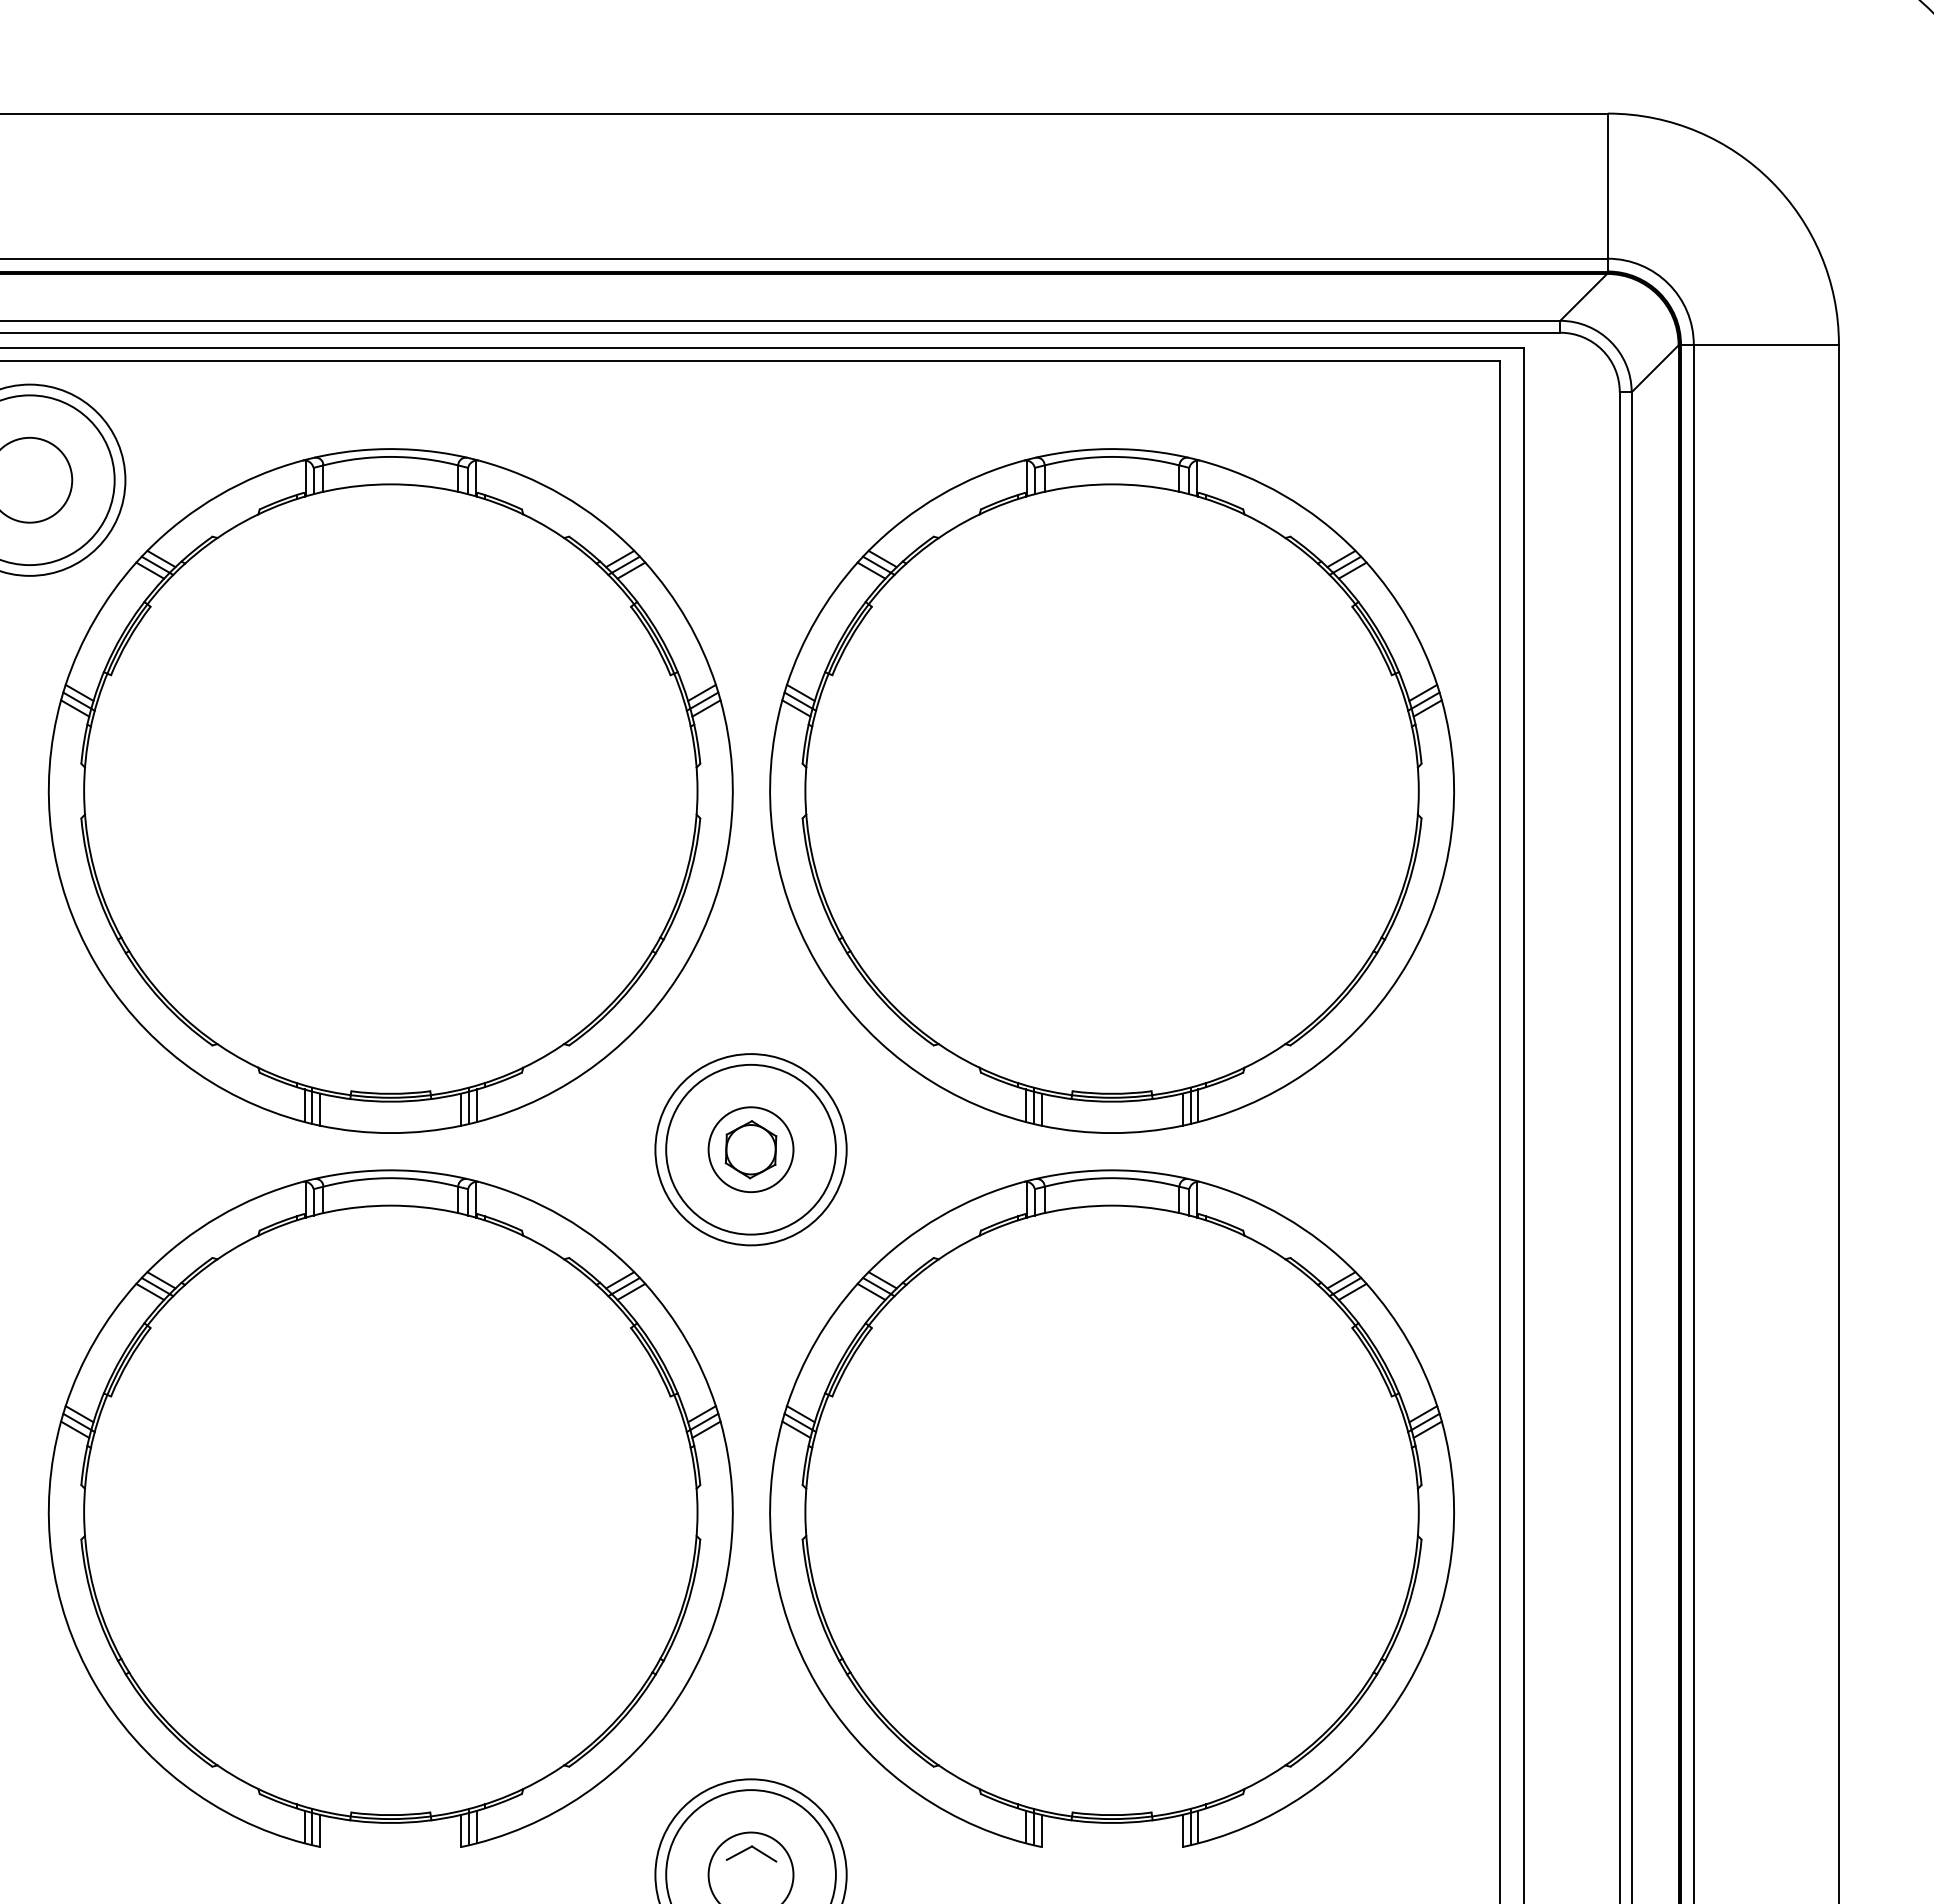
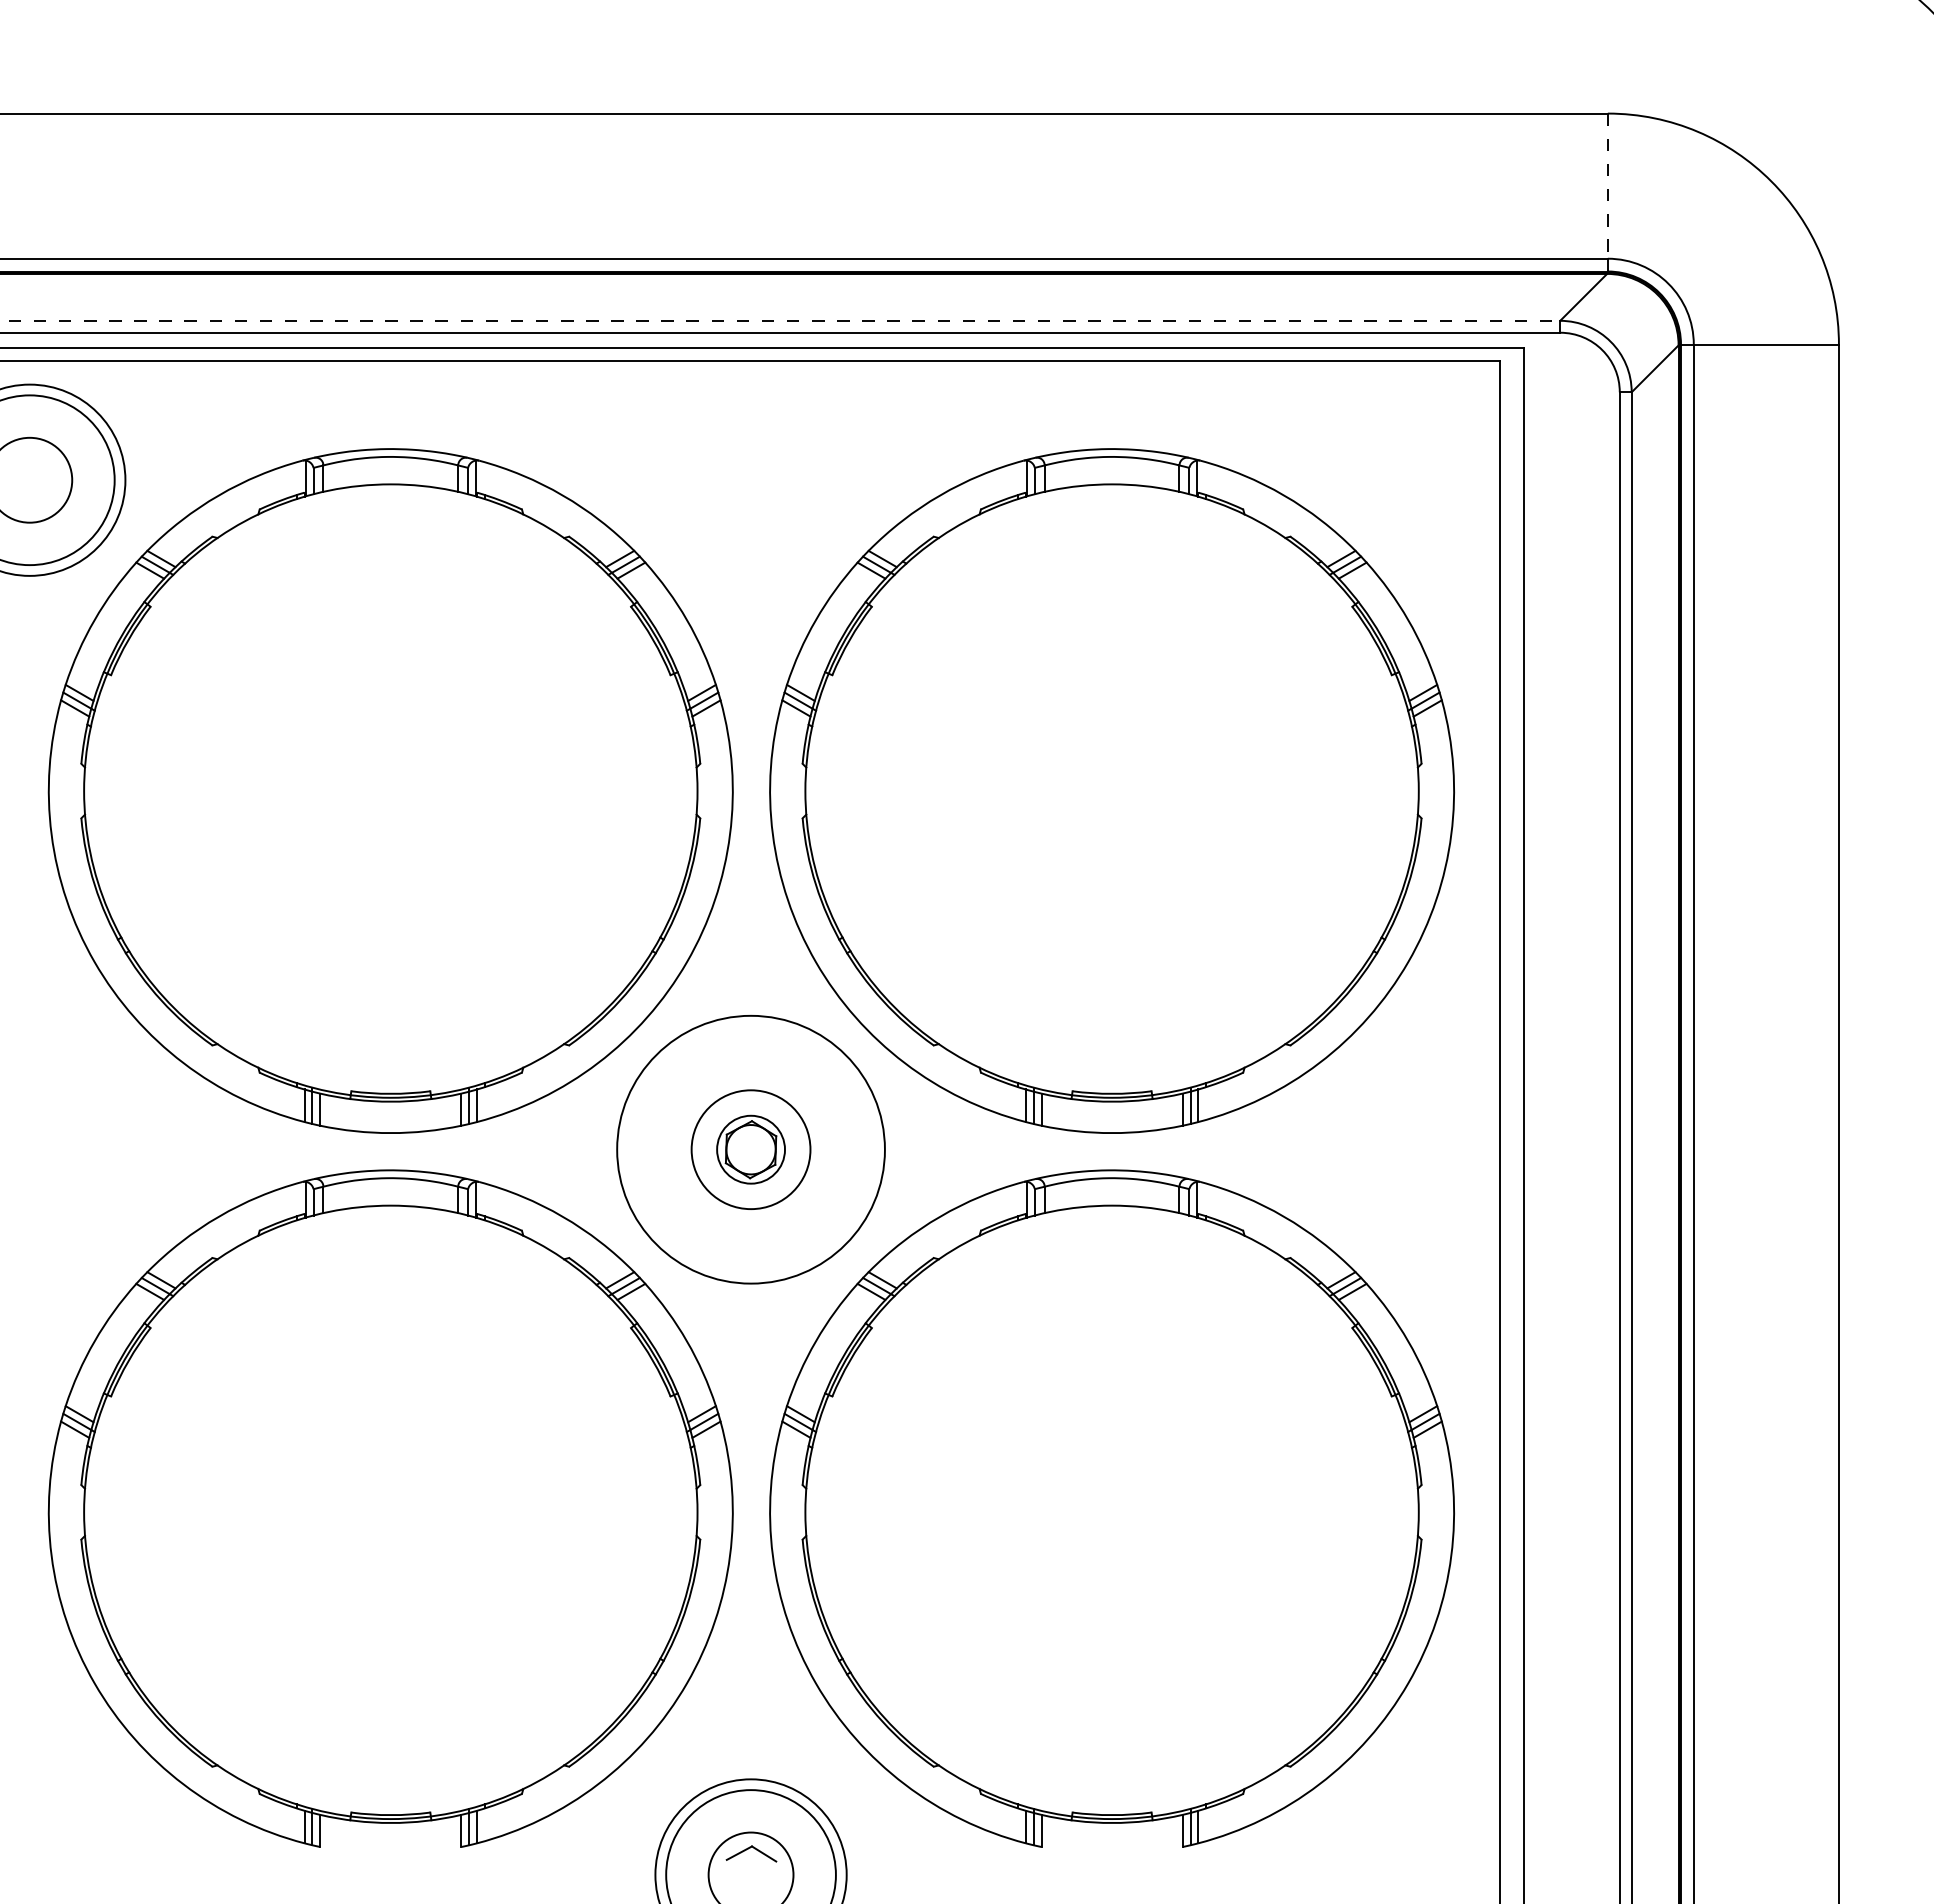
line at (1607, 186): solid -> dashed
line at (781, 320): solid -> dashed
circle at (750, 1149) diameter: 170 px -> 119 px
circle at (750, 1149) diameter: 191 px -> 268 px
circle at (750, 1149) diameter: 85 px -> 68 px
